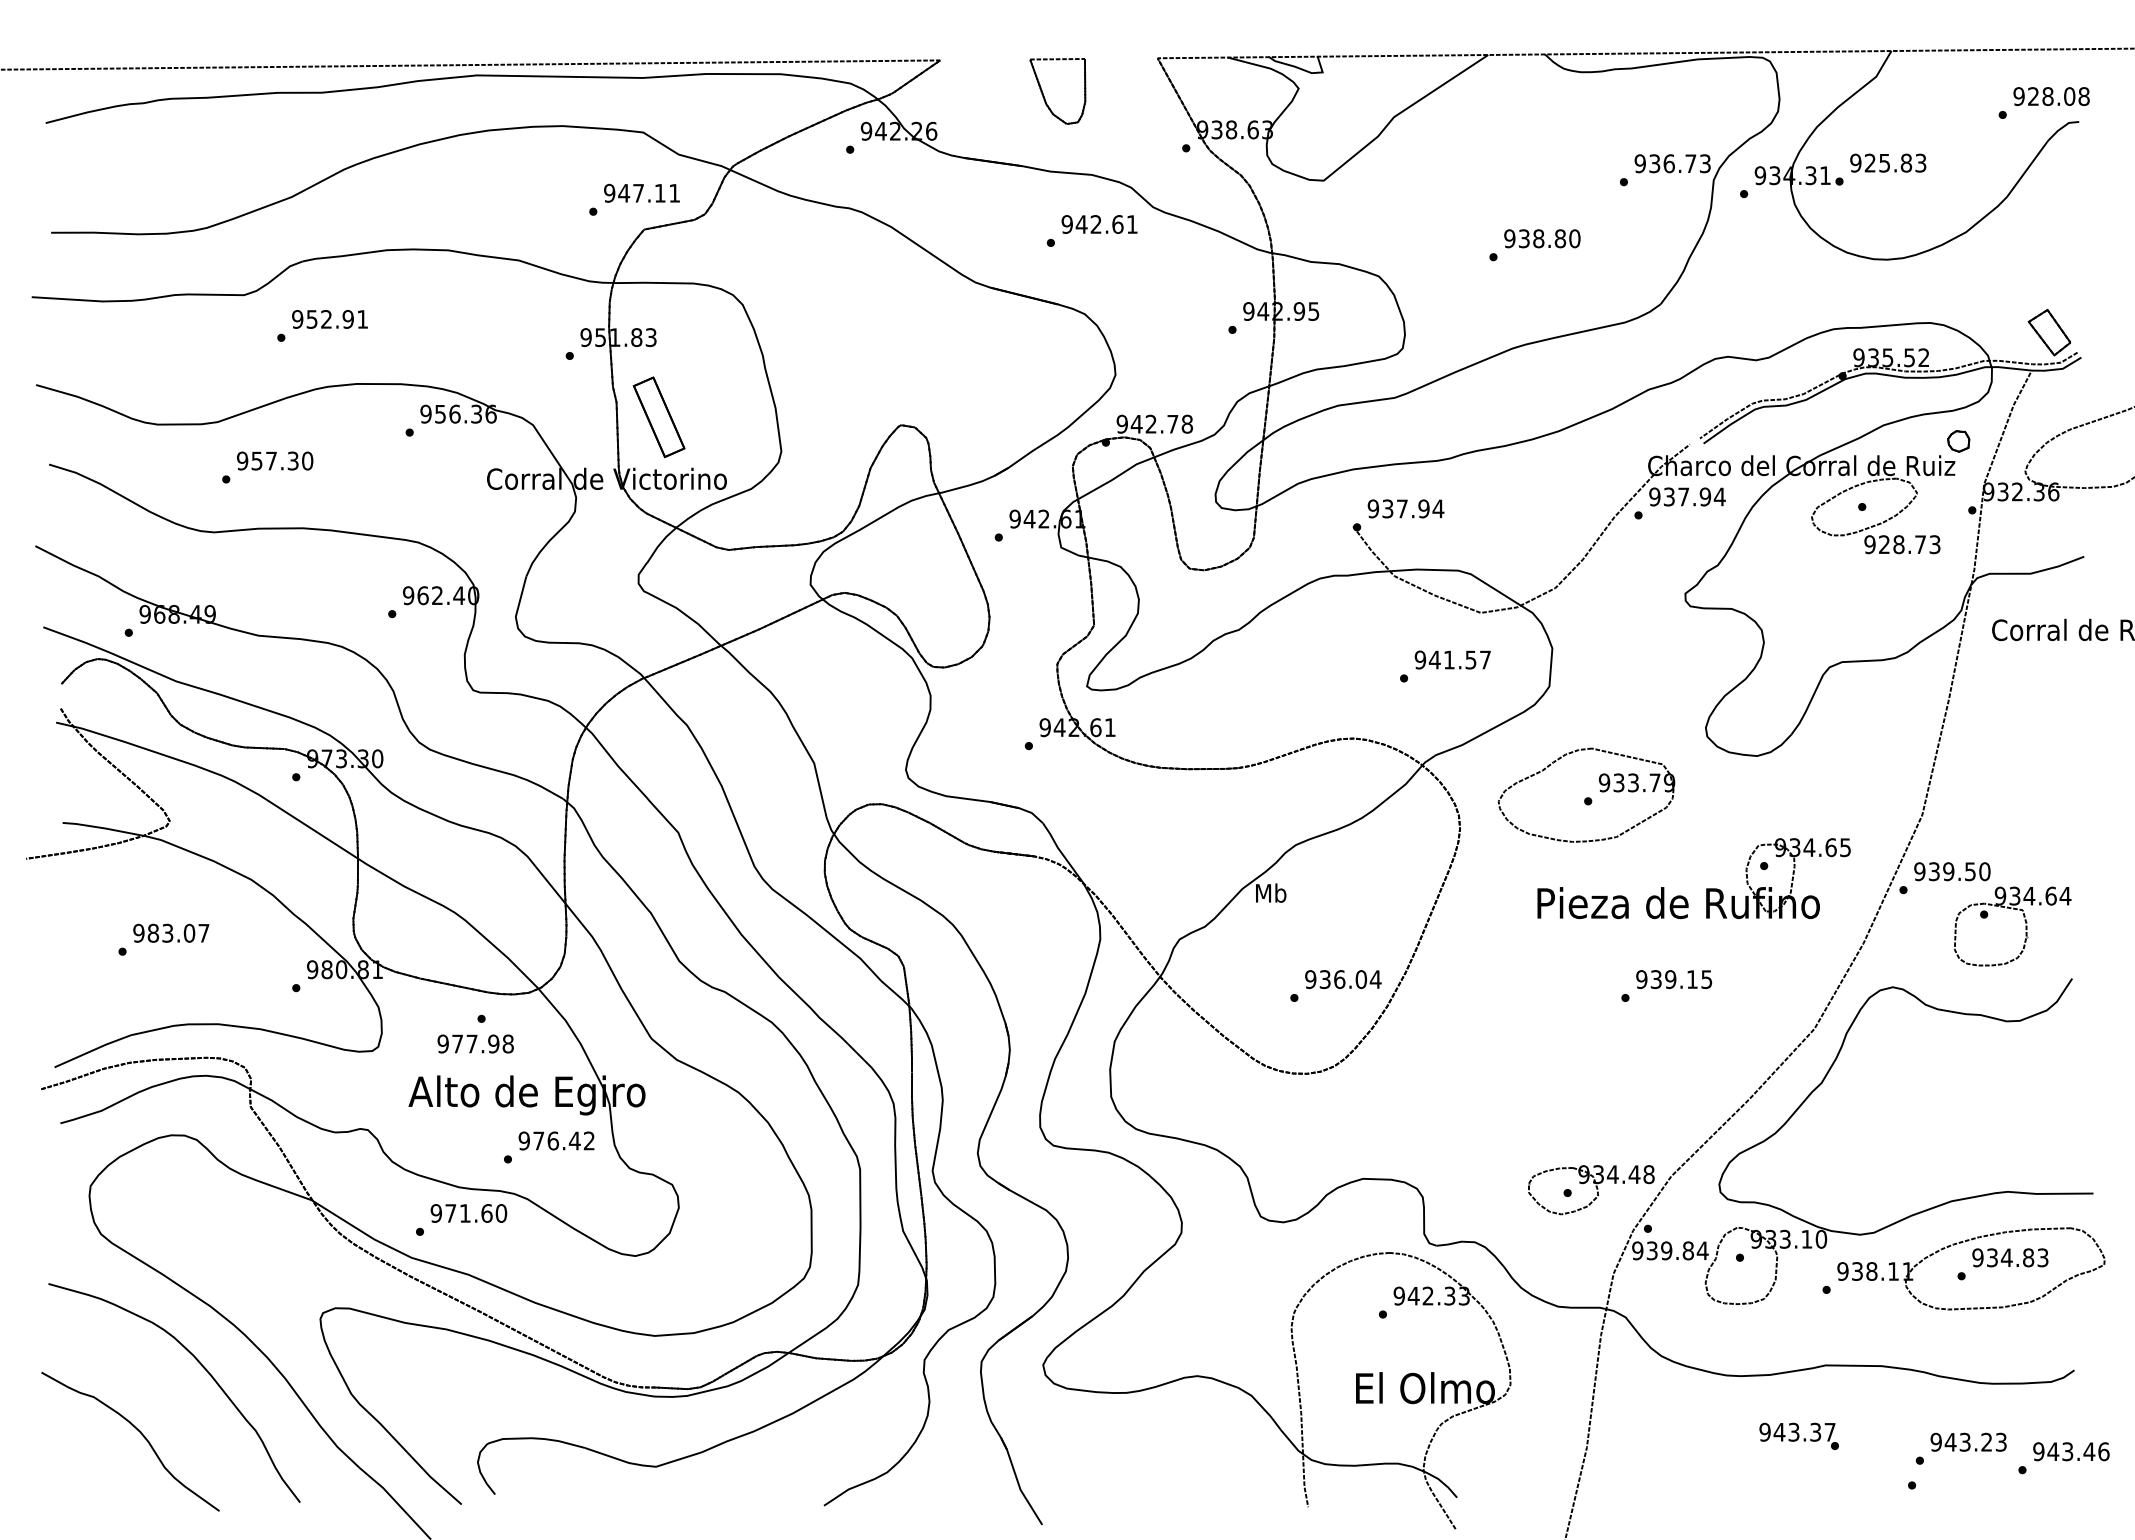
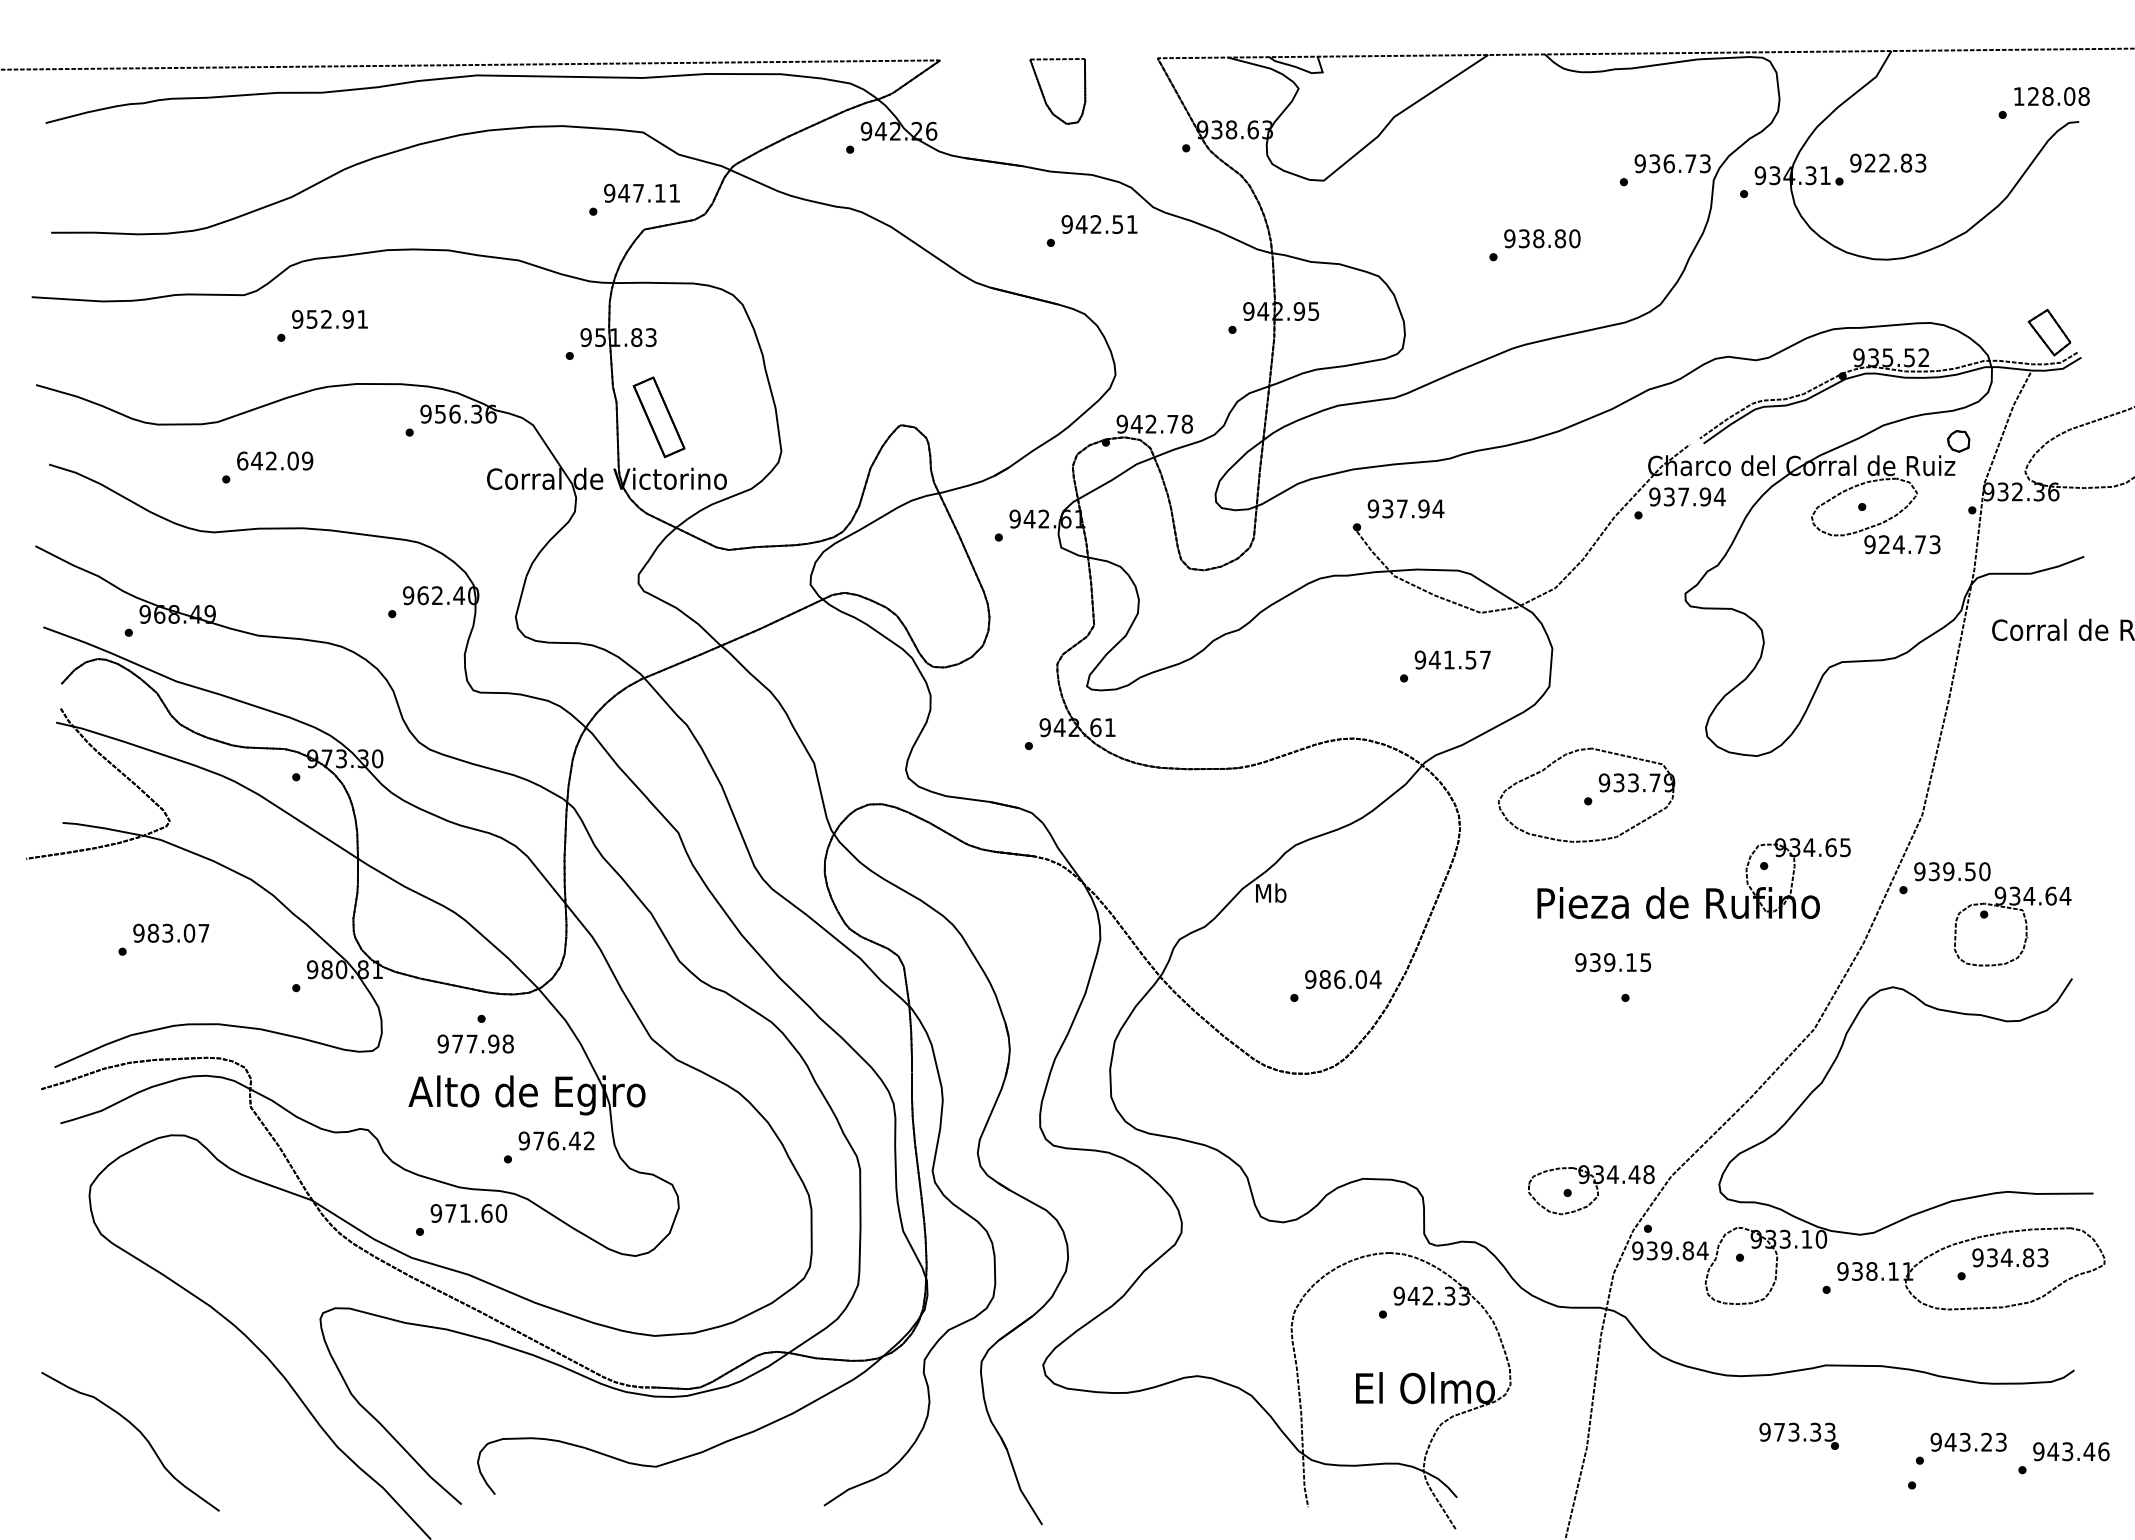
text at (2018, 96): 928.08 -> 128.08
text at (1884, 162): 925.83 -> 922.83
text at (1117, 224): 942.61 -> 942.51
text at (275, 460): 957.30 -> 642.09
text at (1898, 544): 928.73 -> 924.73
text at (1324, 979): 936.04 -> 986.04
text at (1674, 979) position: (1674, 979) -> (1613, 962)
curve at (201, 1366): present -> none
text at (1804, 1431): 943.37 -> 973.33
